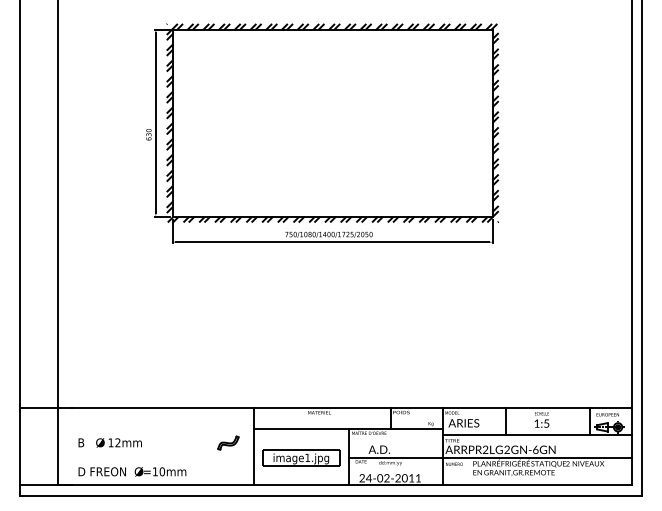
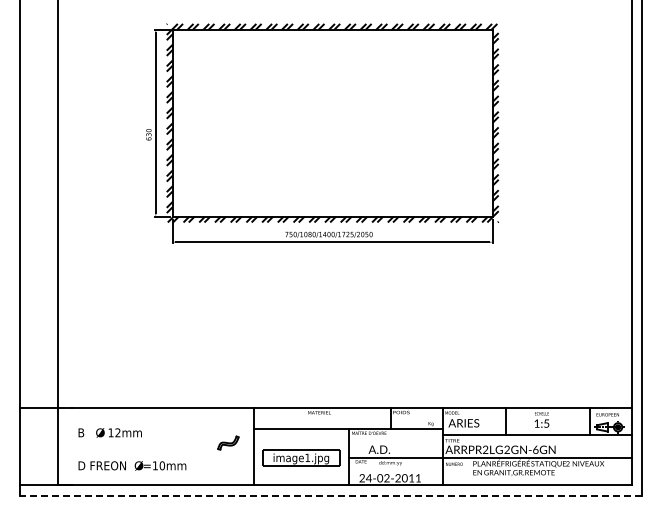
text at (109, 442) position: (109, 442) -> (109, 432)
text at (132, 471) position: (132, 471) -> (132, 465)
line at (330, 495): solid -> dashed
